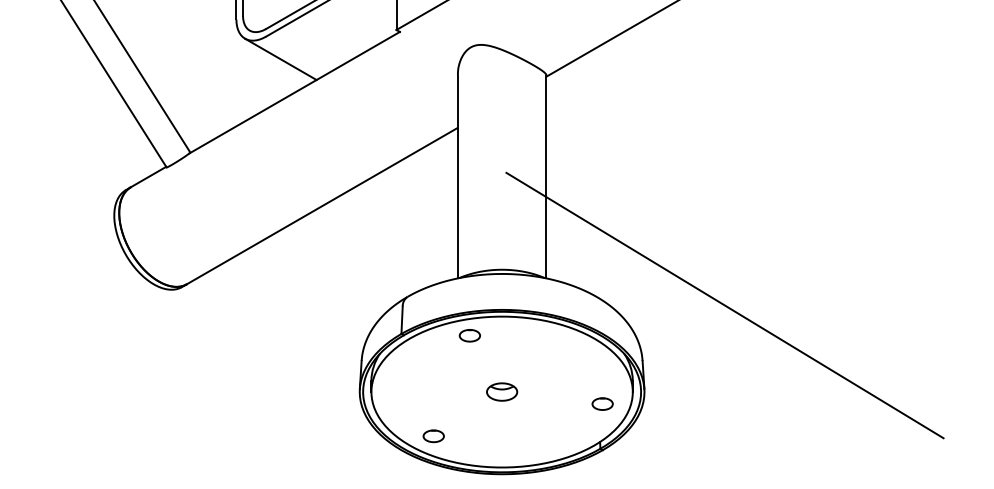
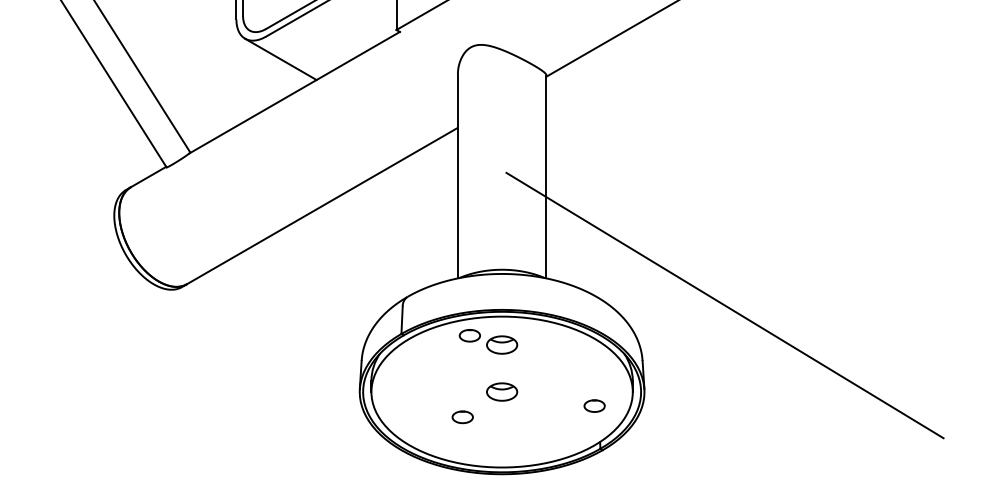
part at (502, 344): none -> present
part at (602, 403) position: (602, 403) -> (594, 405)
part at (433, 436) position: (433, 436) -> (462, 417)
